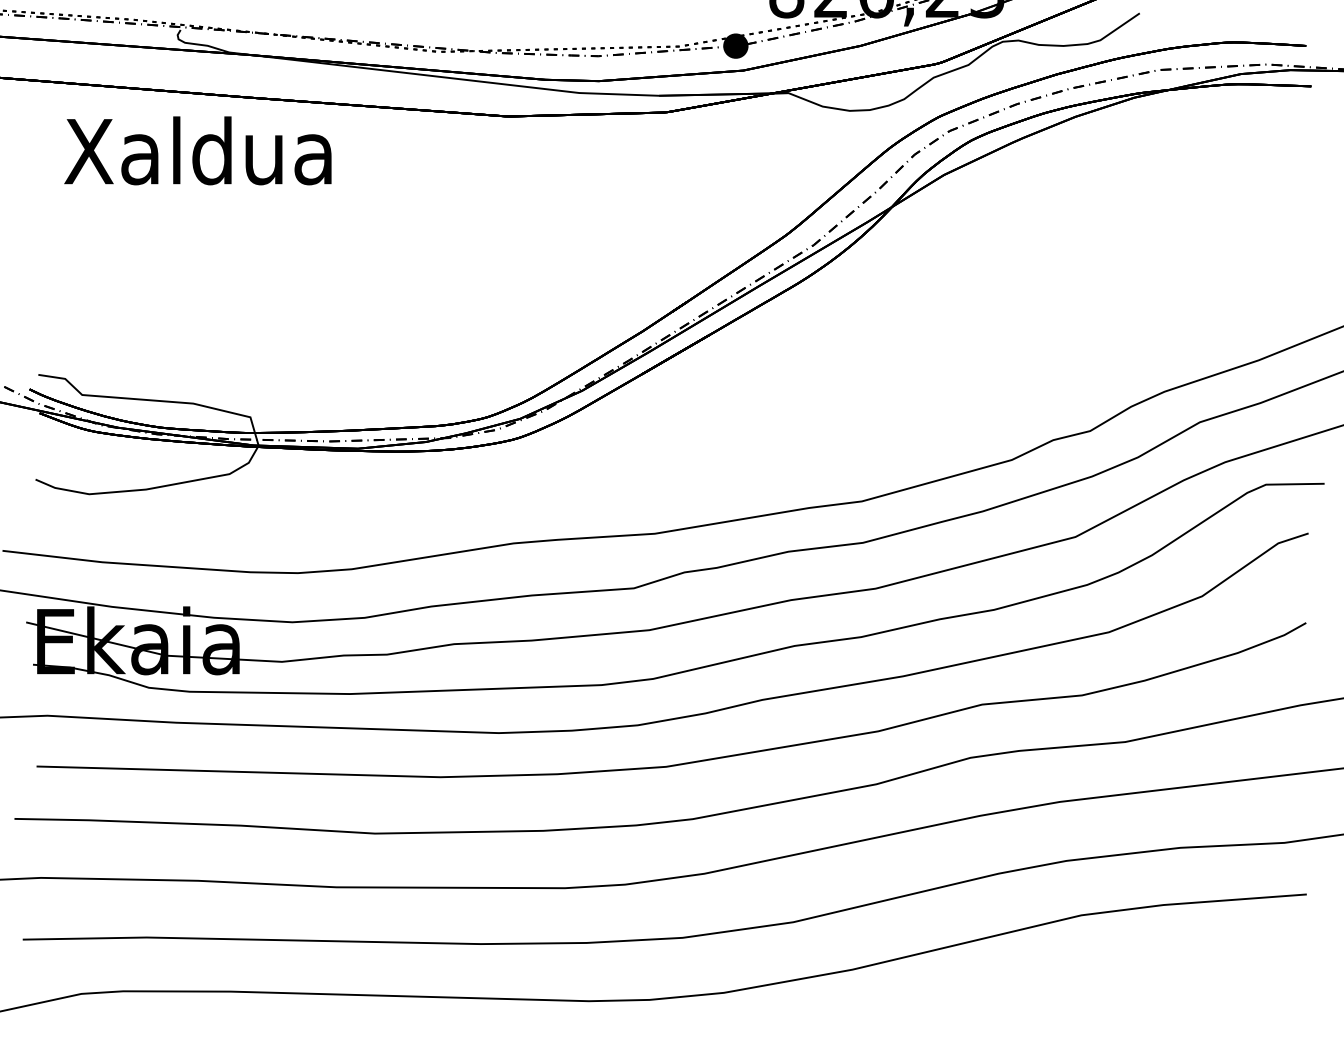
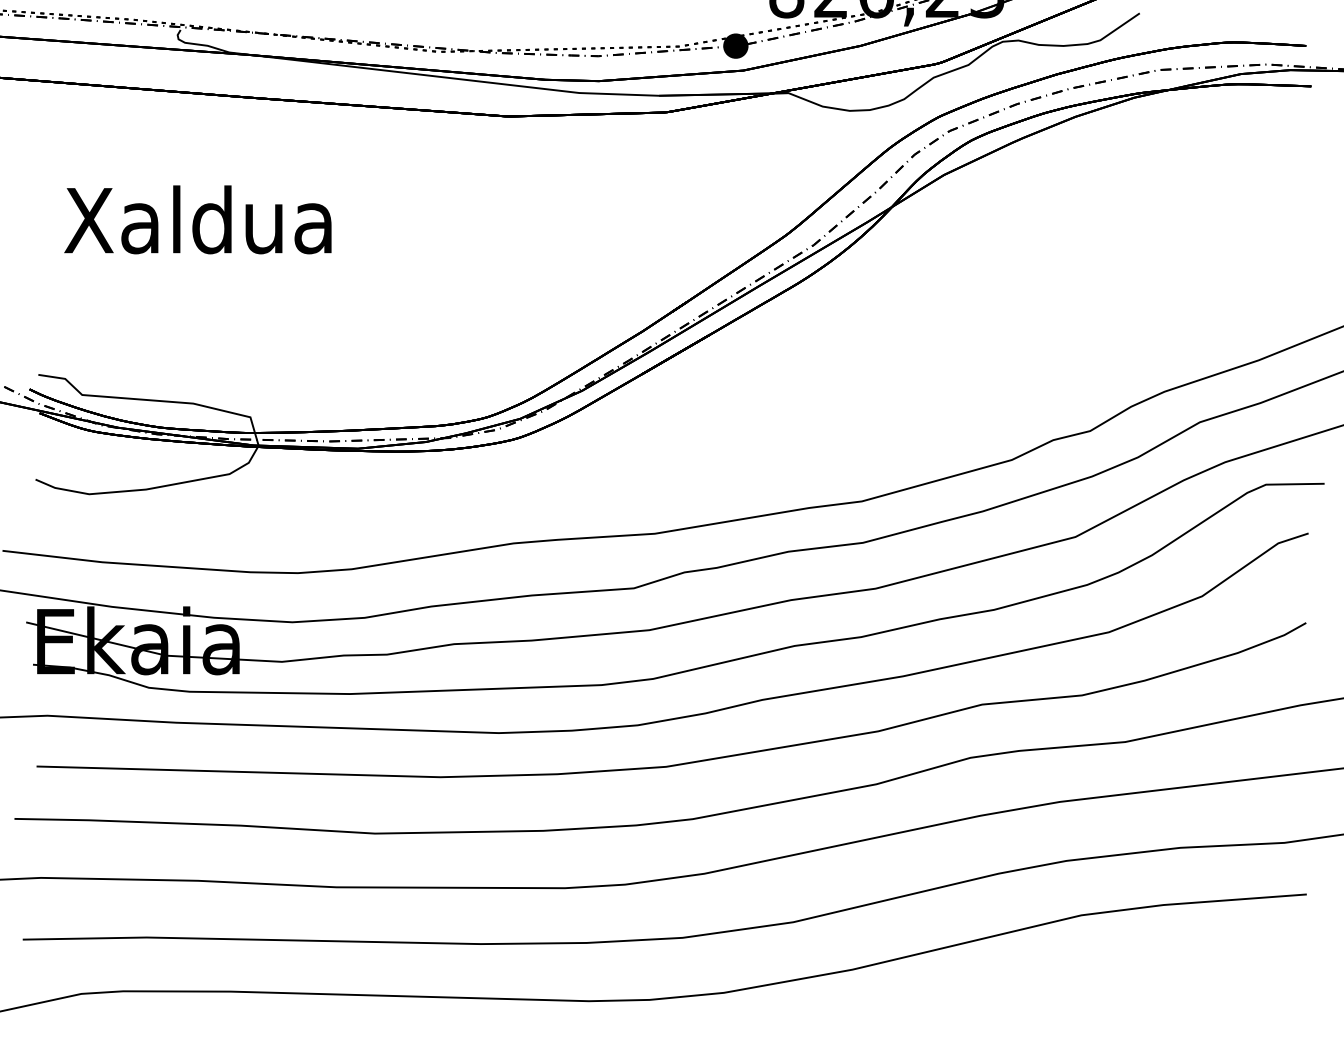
text at (197, 150) position: (197, 150) -> (197, 219)
